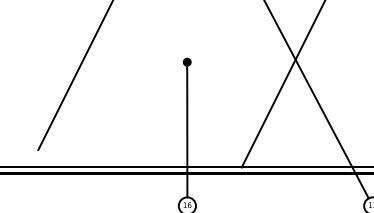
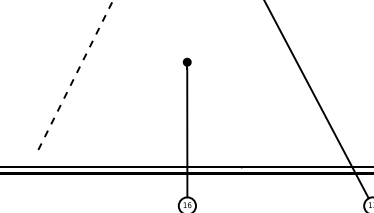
line at (75, 74): solid -> dashed
line at (282, 84): present -> none
